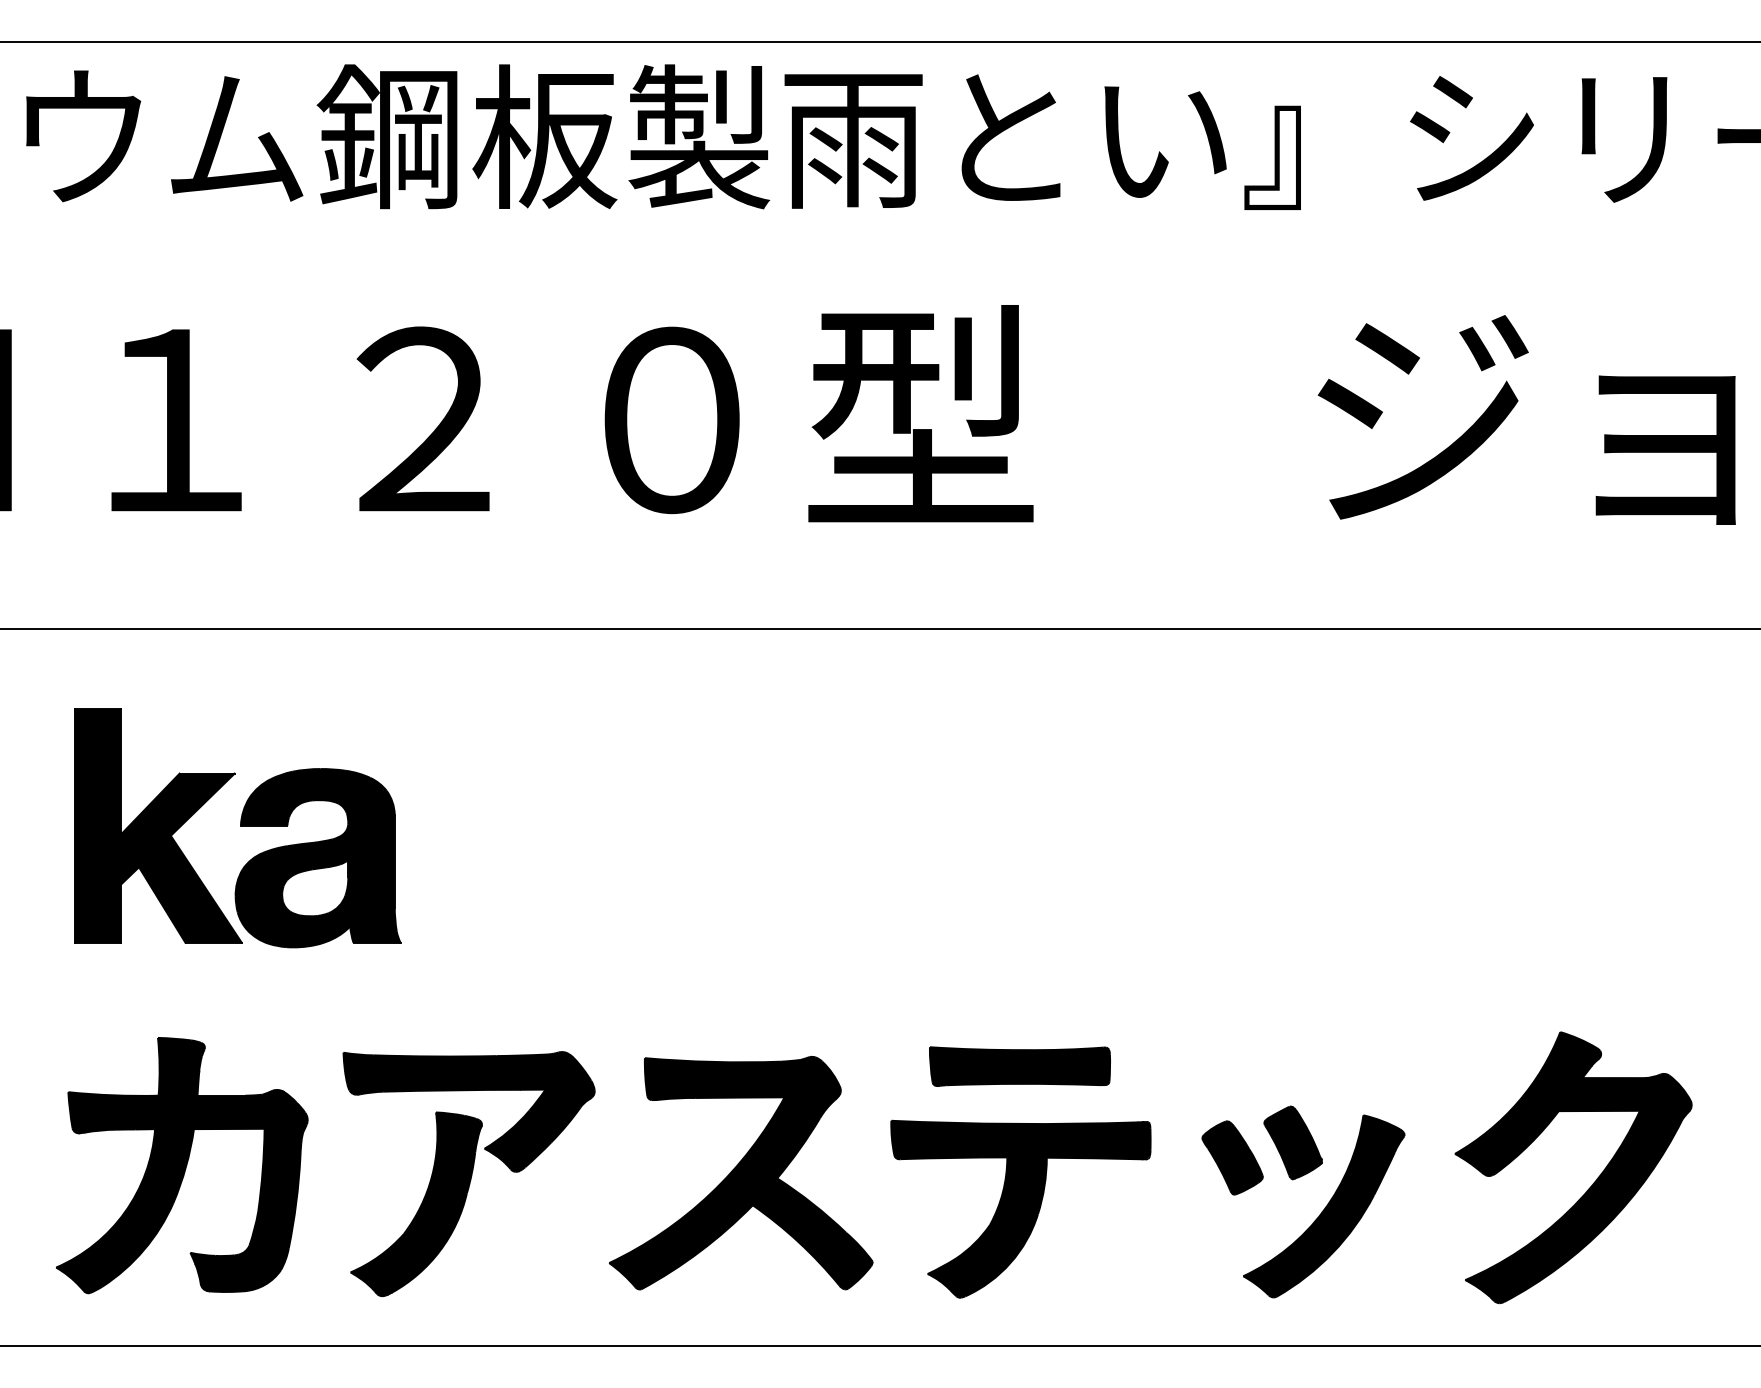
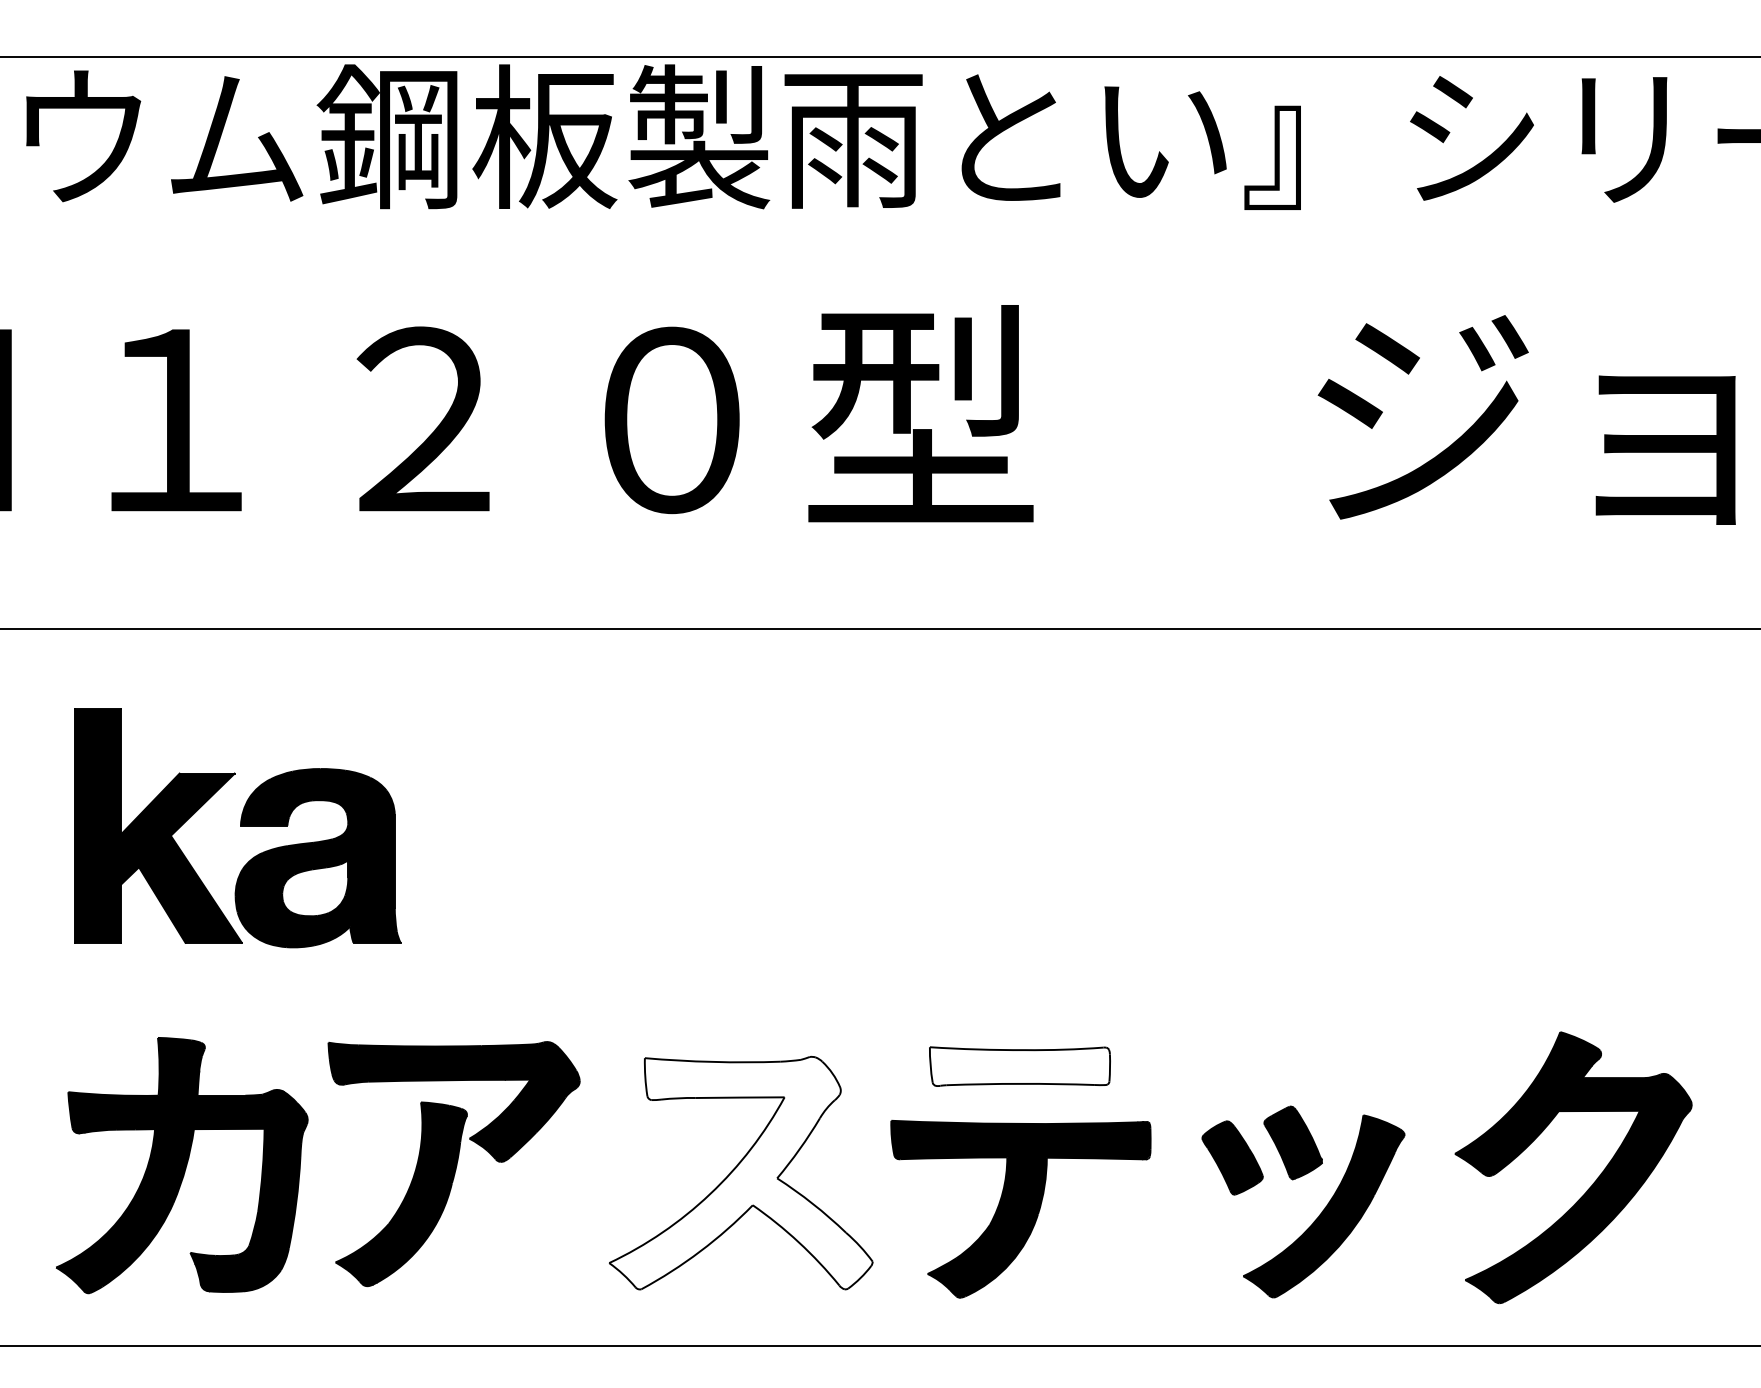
line at (879, 41) position: (879, 41) -> (879, 56)
fill at (1019, 1066): present -> none
fill at (740, 1172): present -> none
part at (468, 1174) position: (468, 1174) -> (453, 1164)
